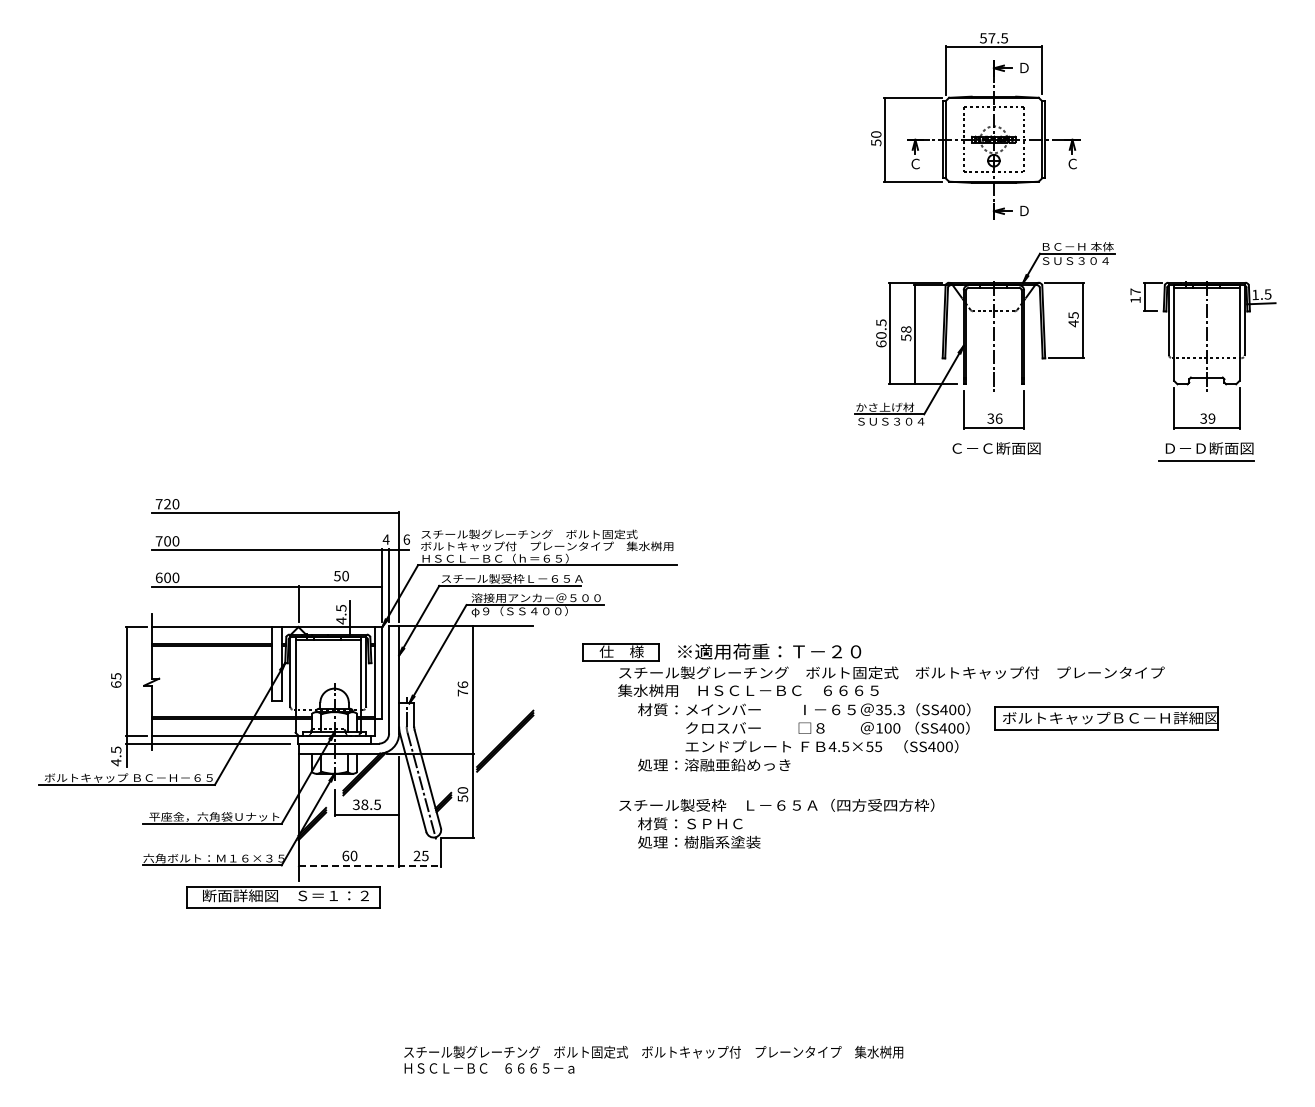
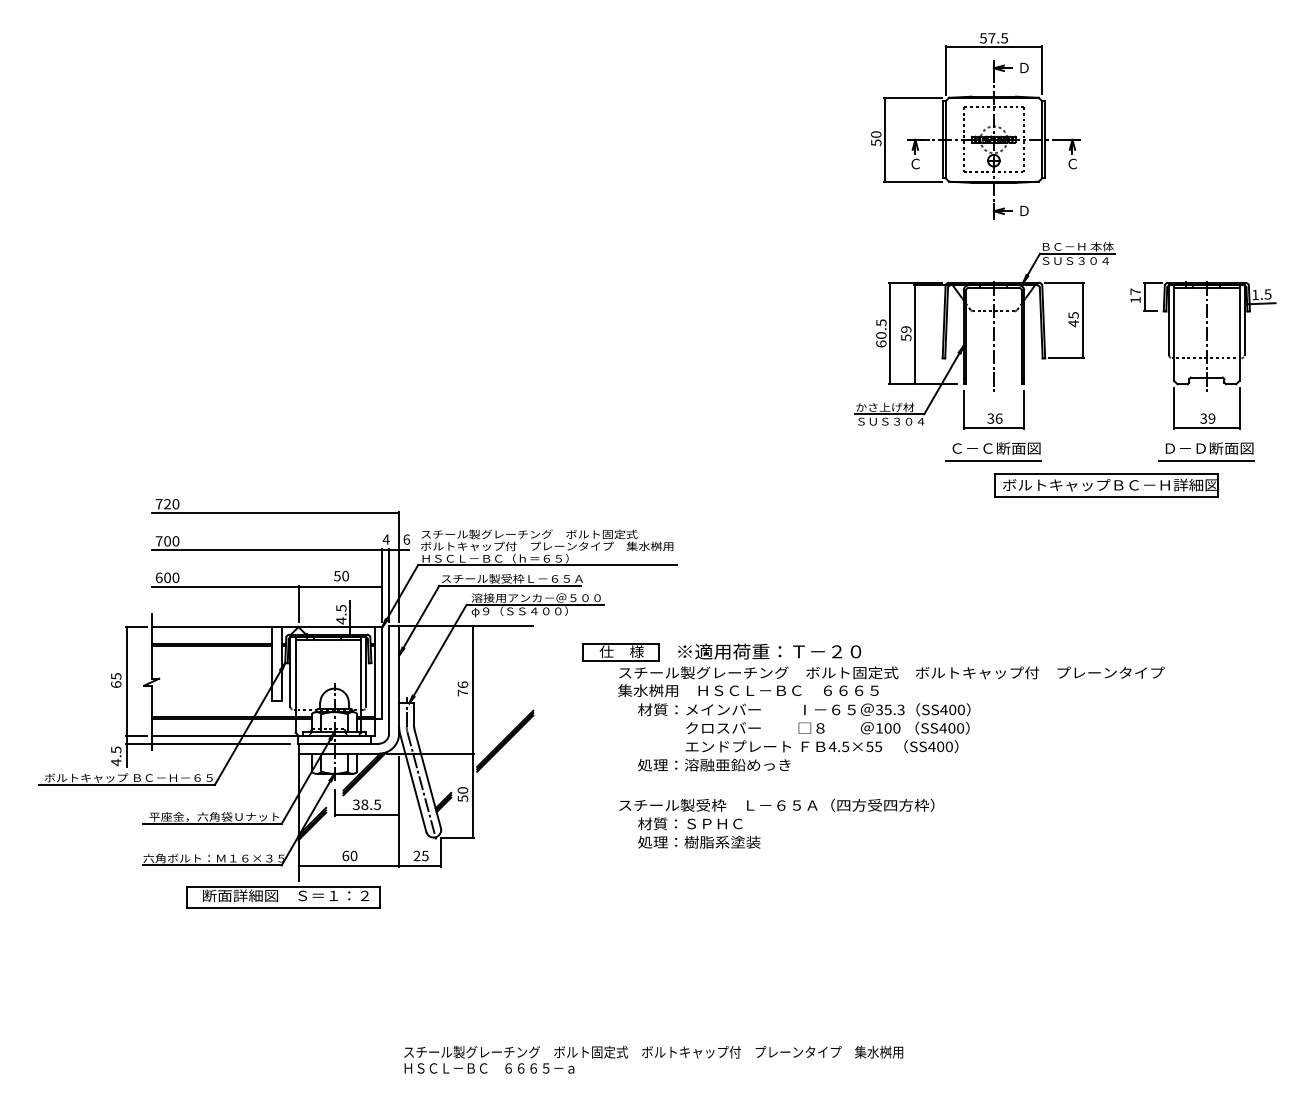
text at (906, 329): 58 -> 59
line at (993, 460): none -> present
part at (1106, 718) position: (1106, 718) -> (1106, 485)
line at (370, 866): dashed -> solid
